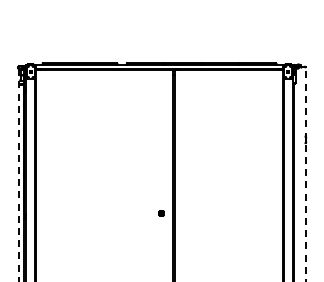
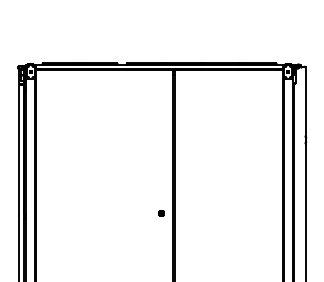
line at (18, 173): dashed -> solid
line at (305, 174): dashed -> solid
